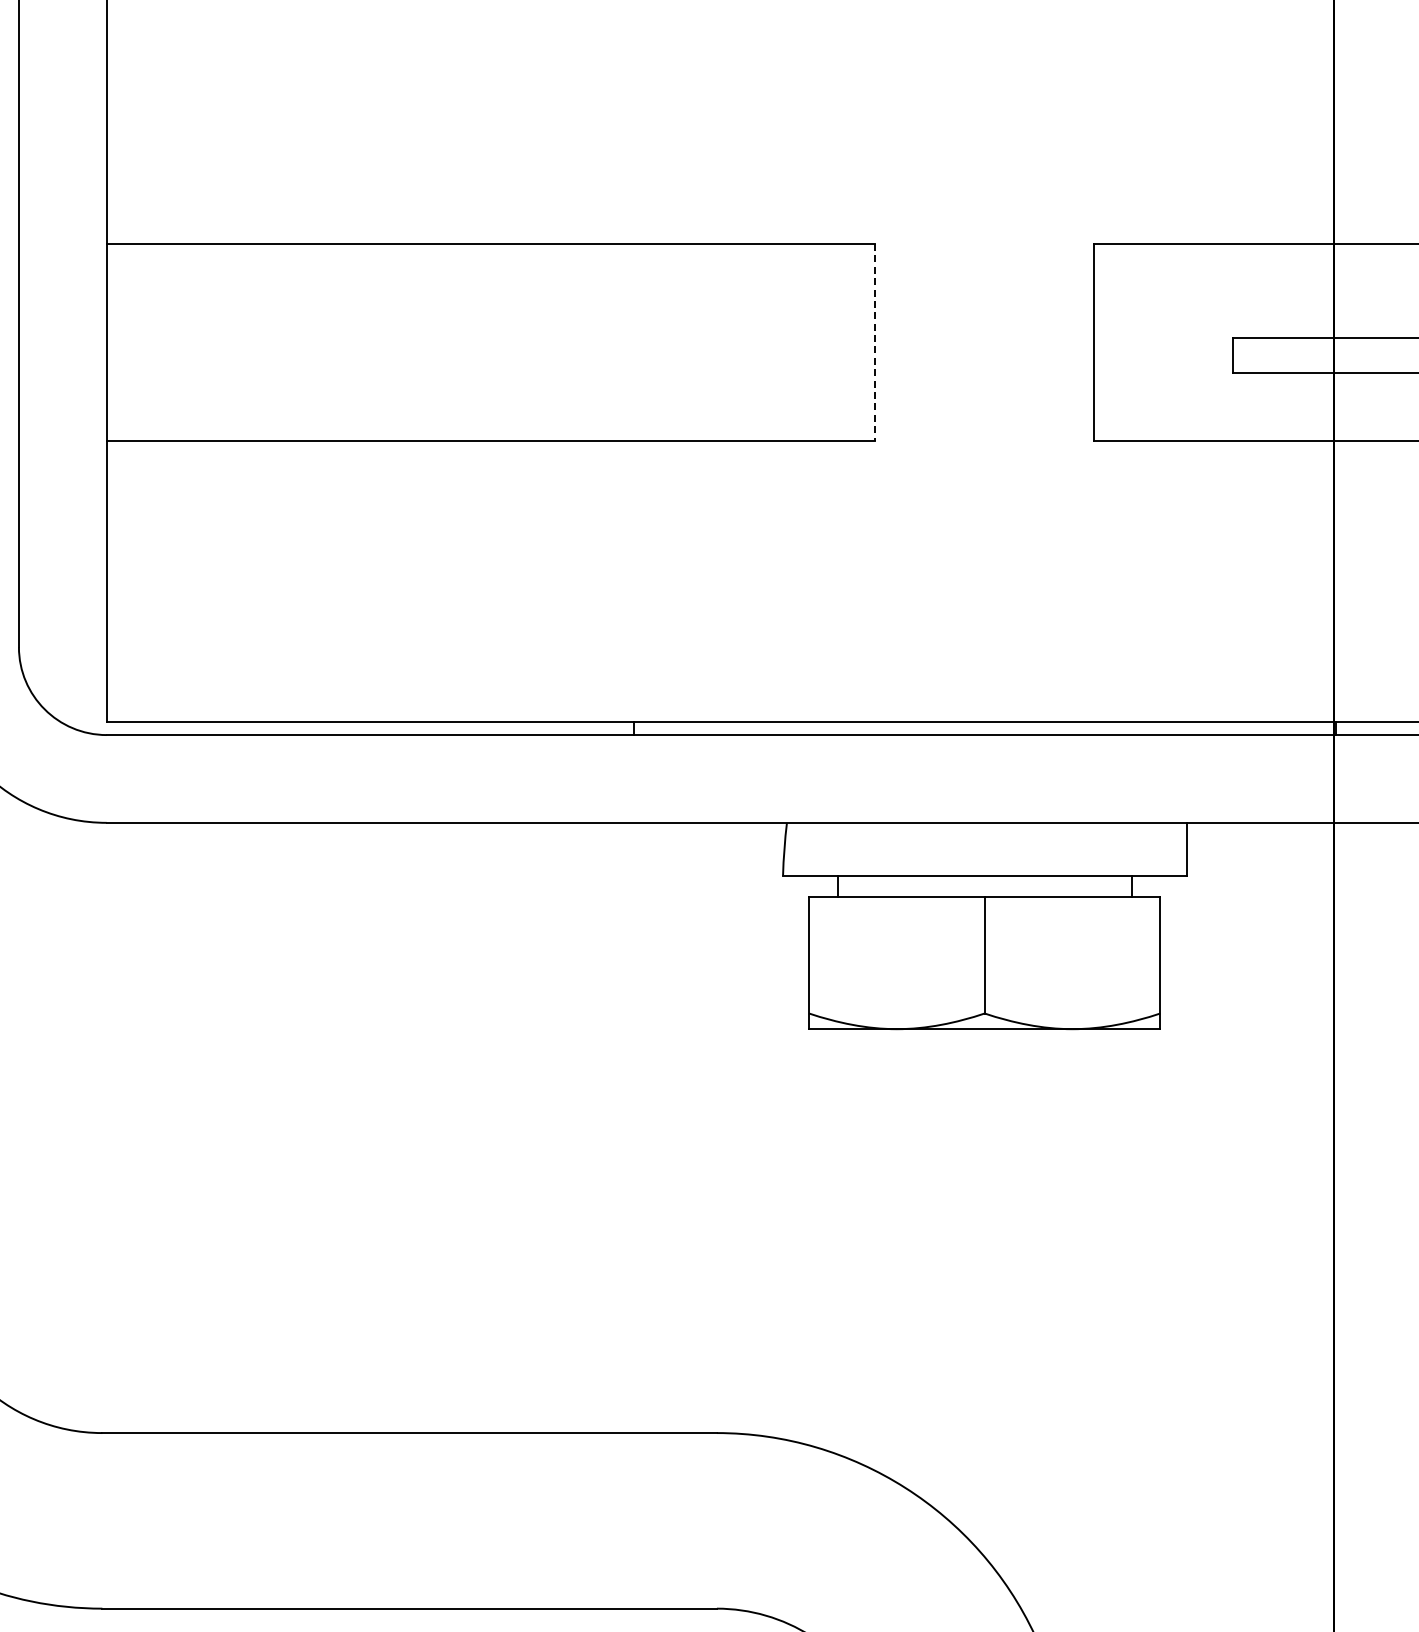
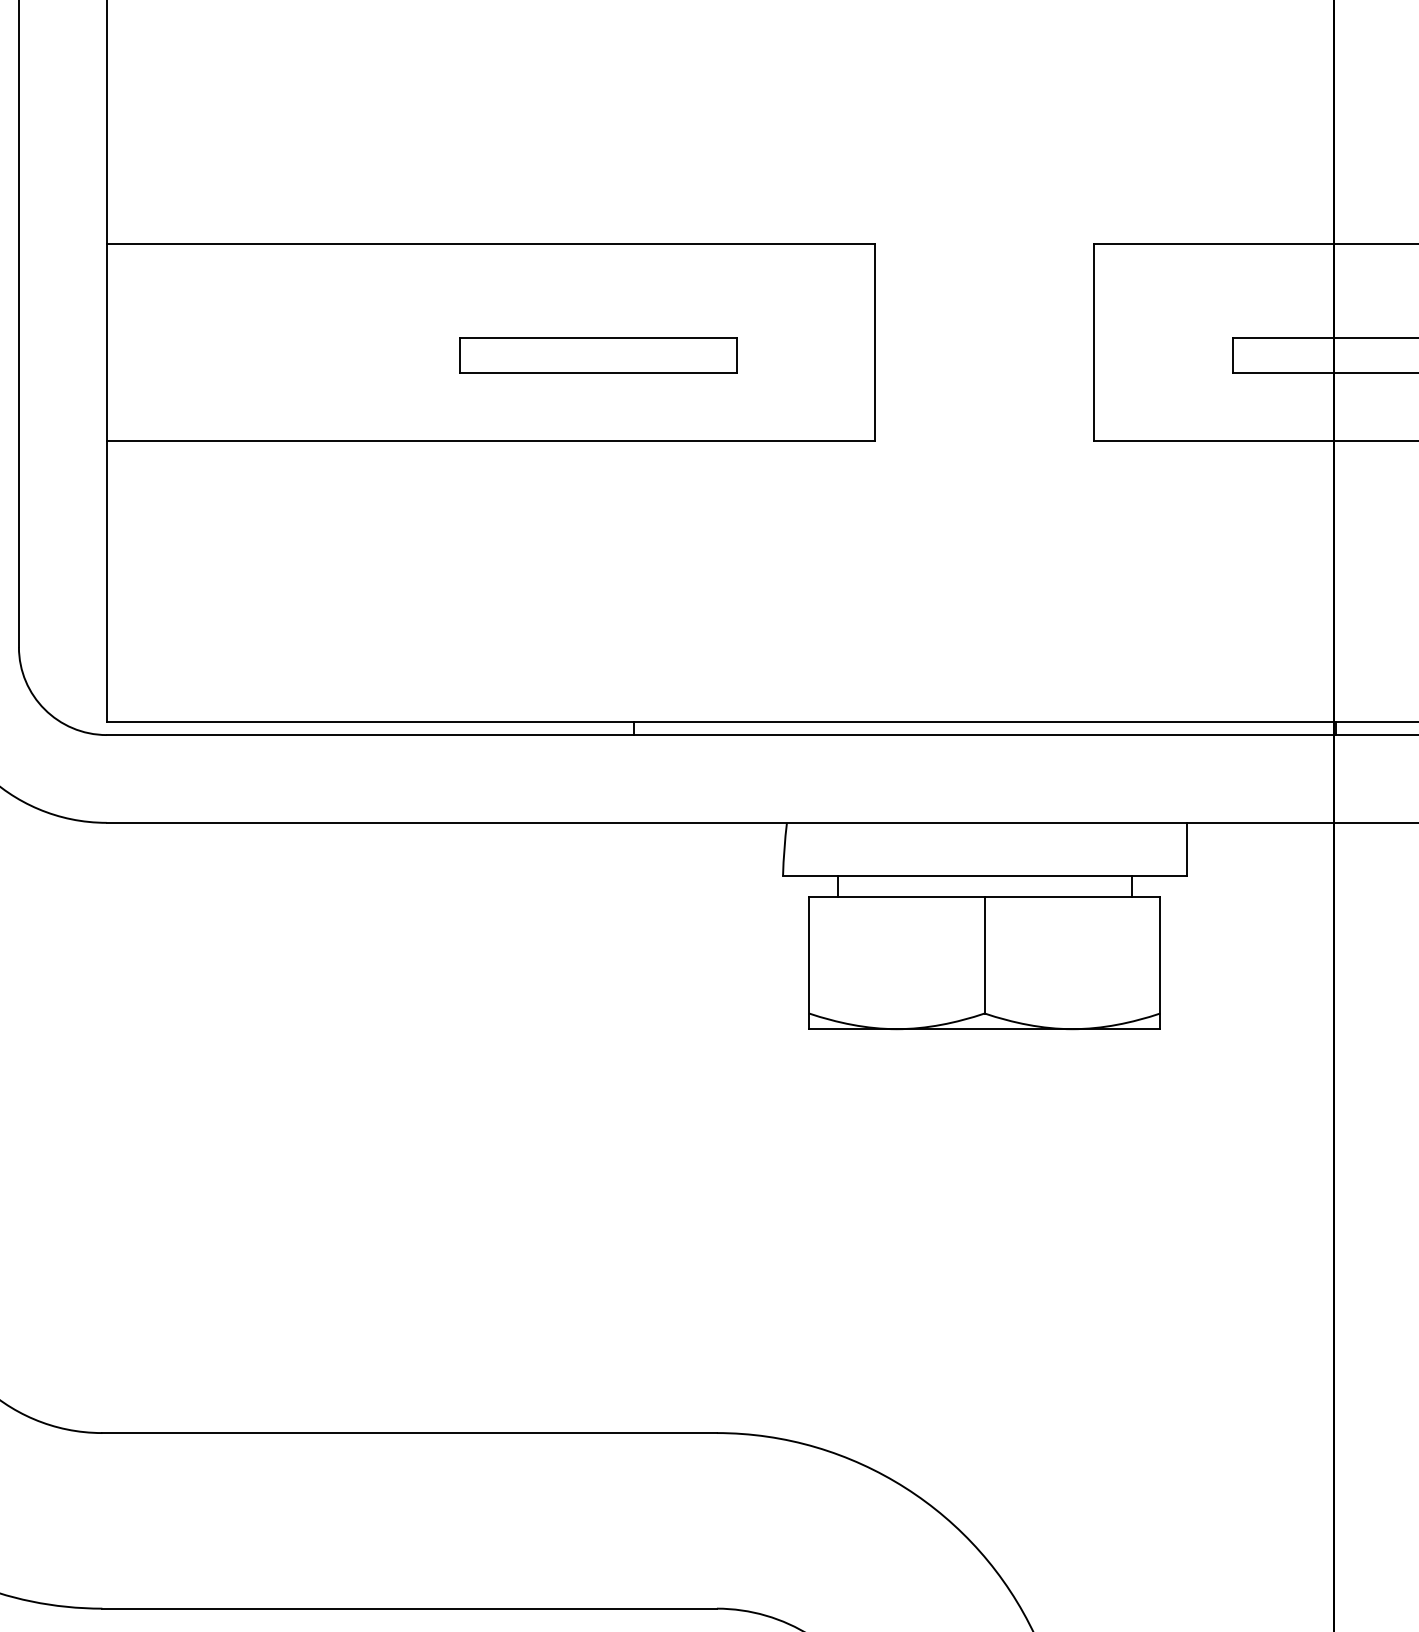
line at (874, 342): dashed -> solid
part at (598, 355): none -> present
